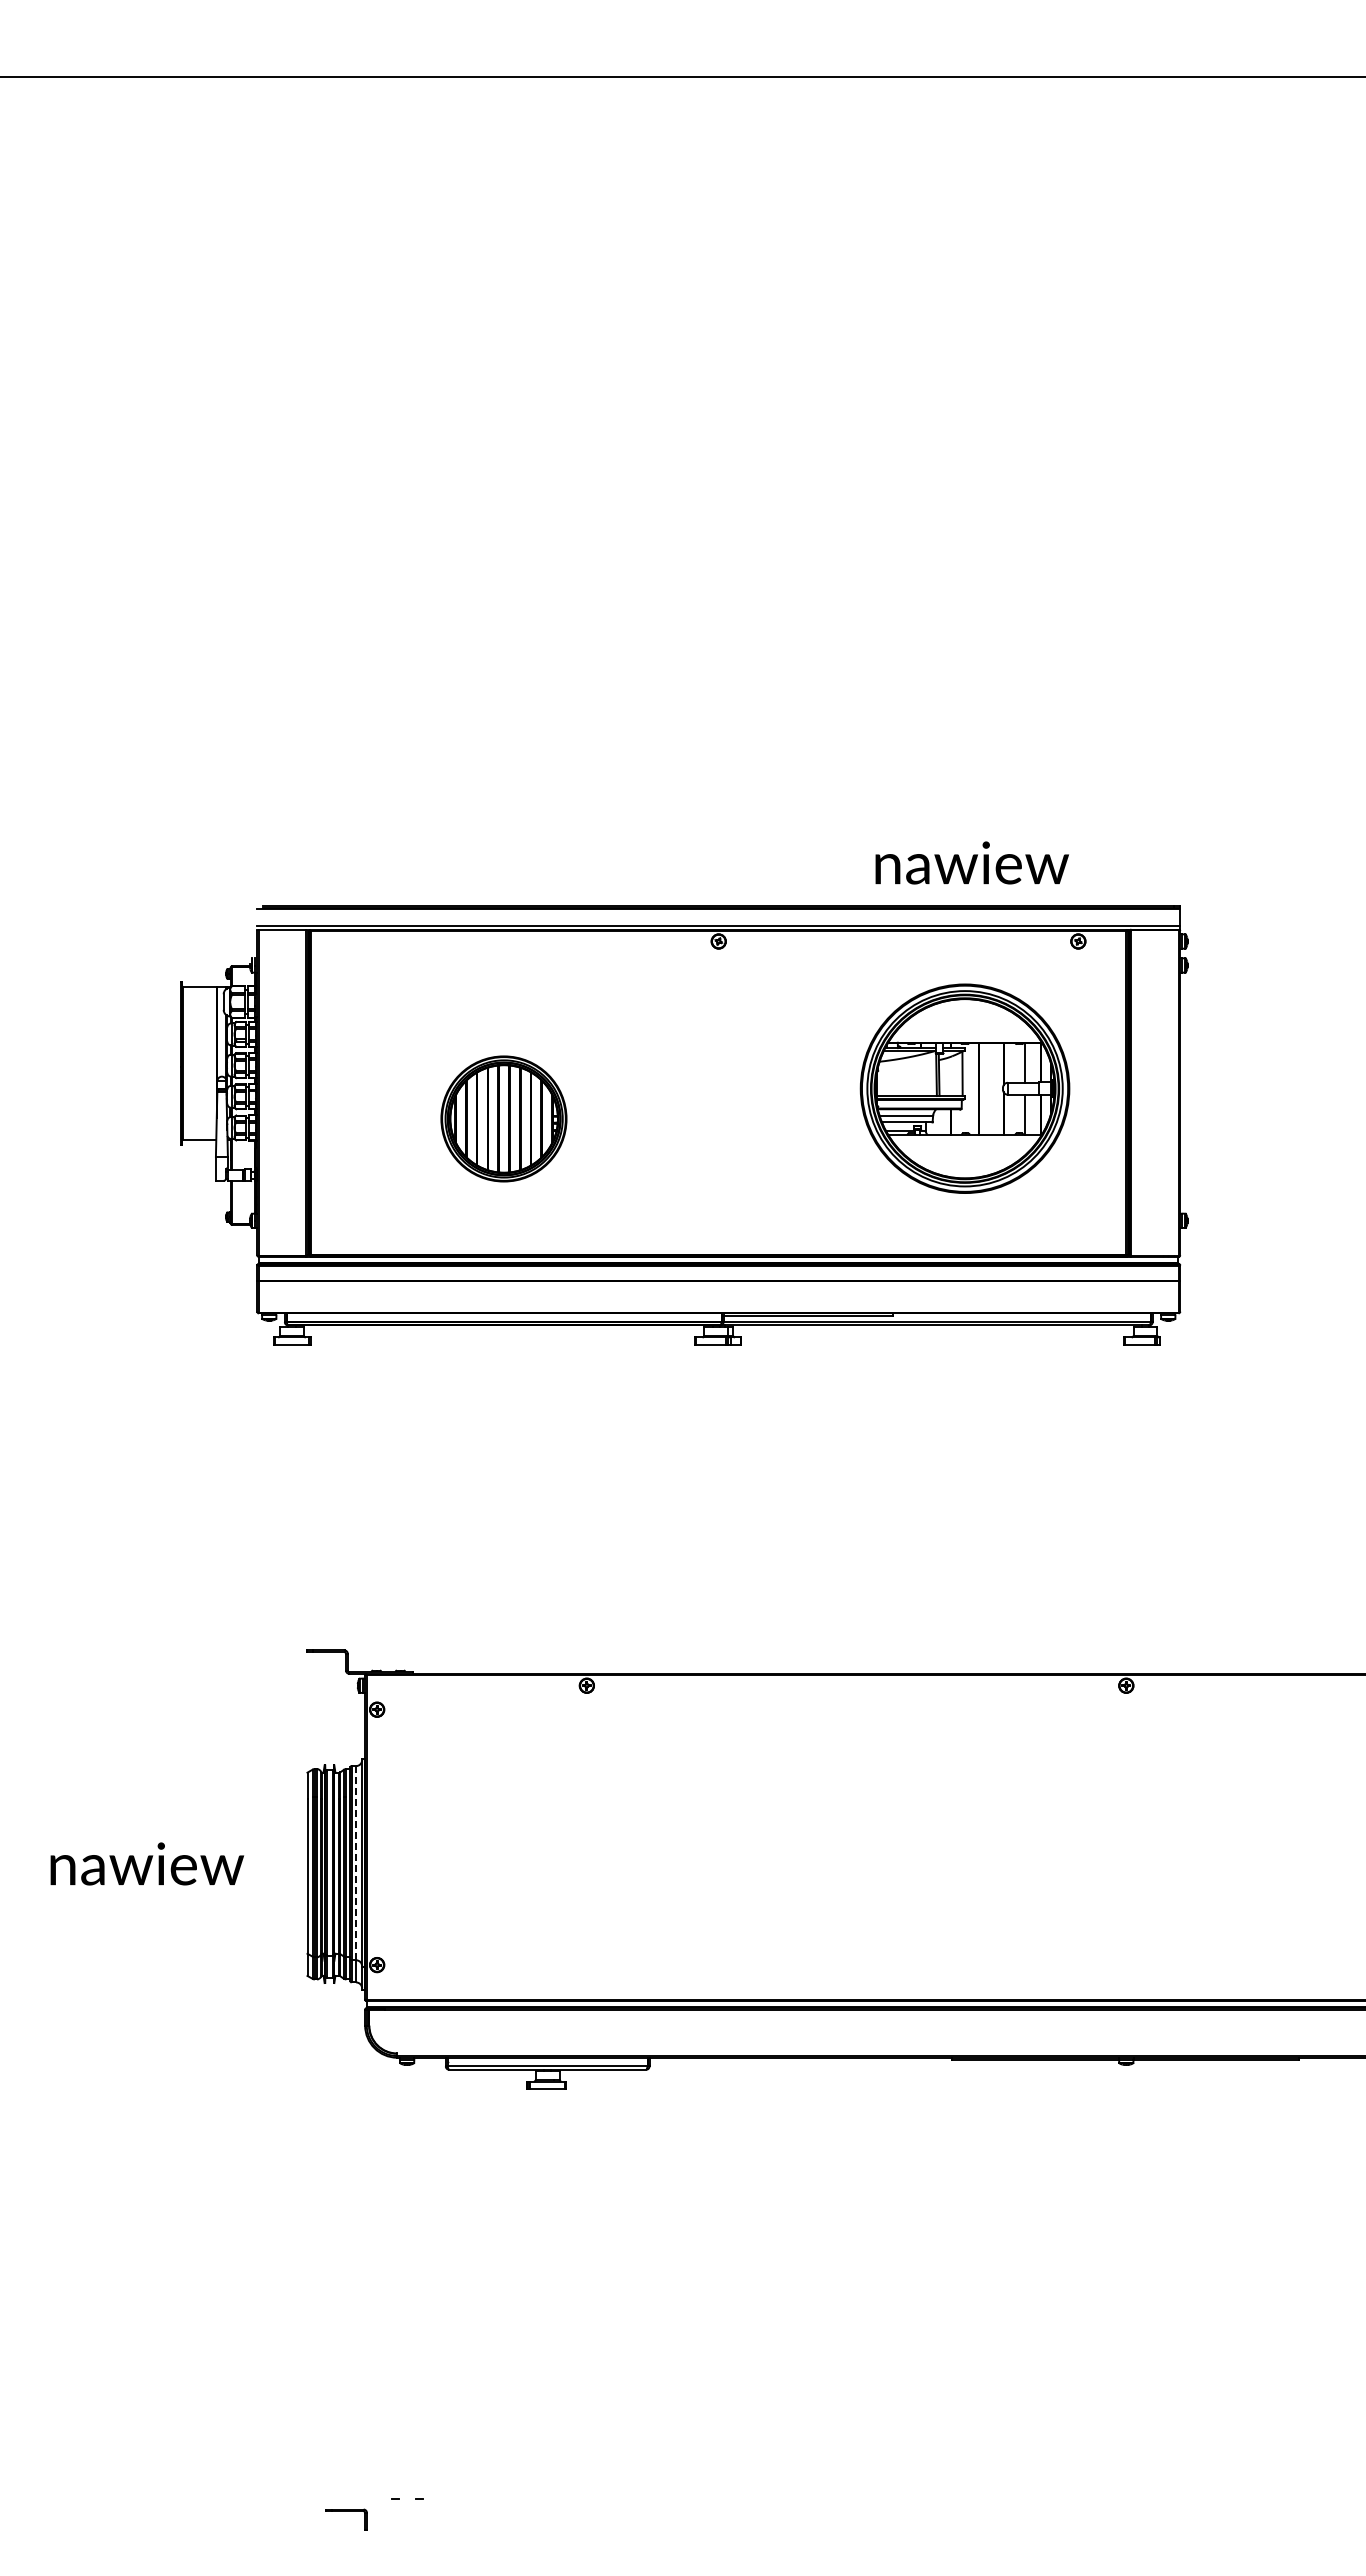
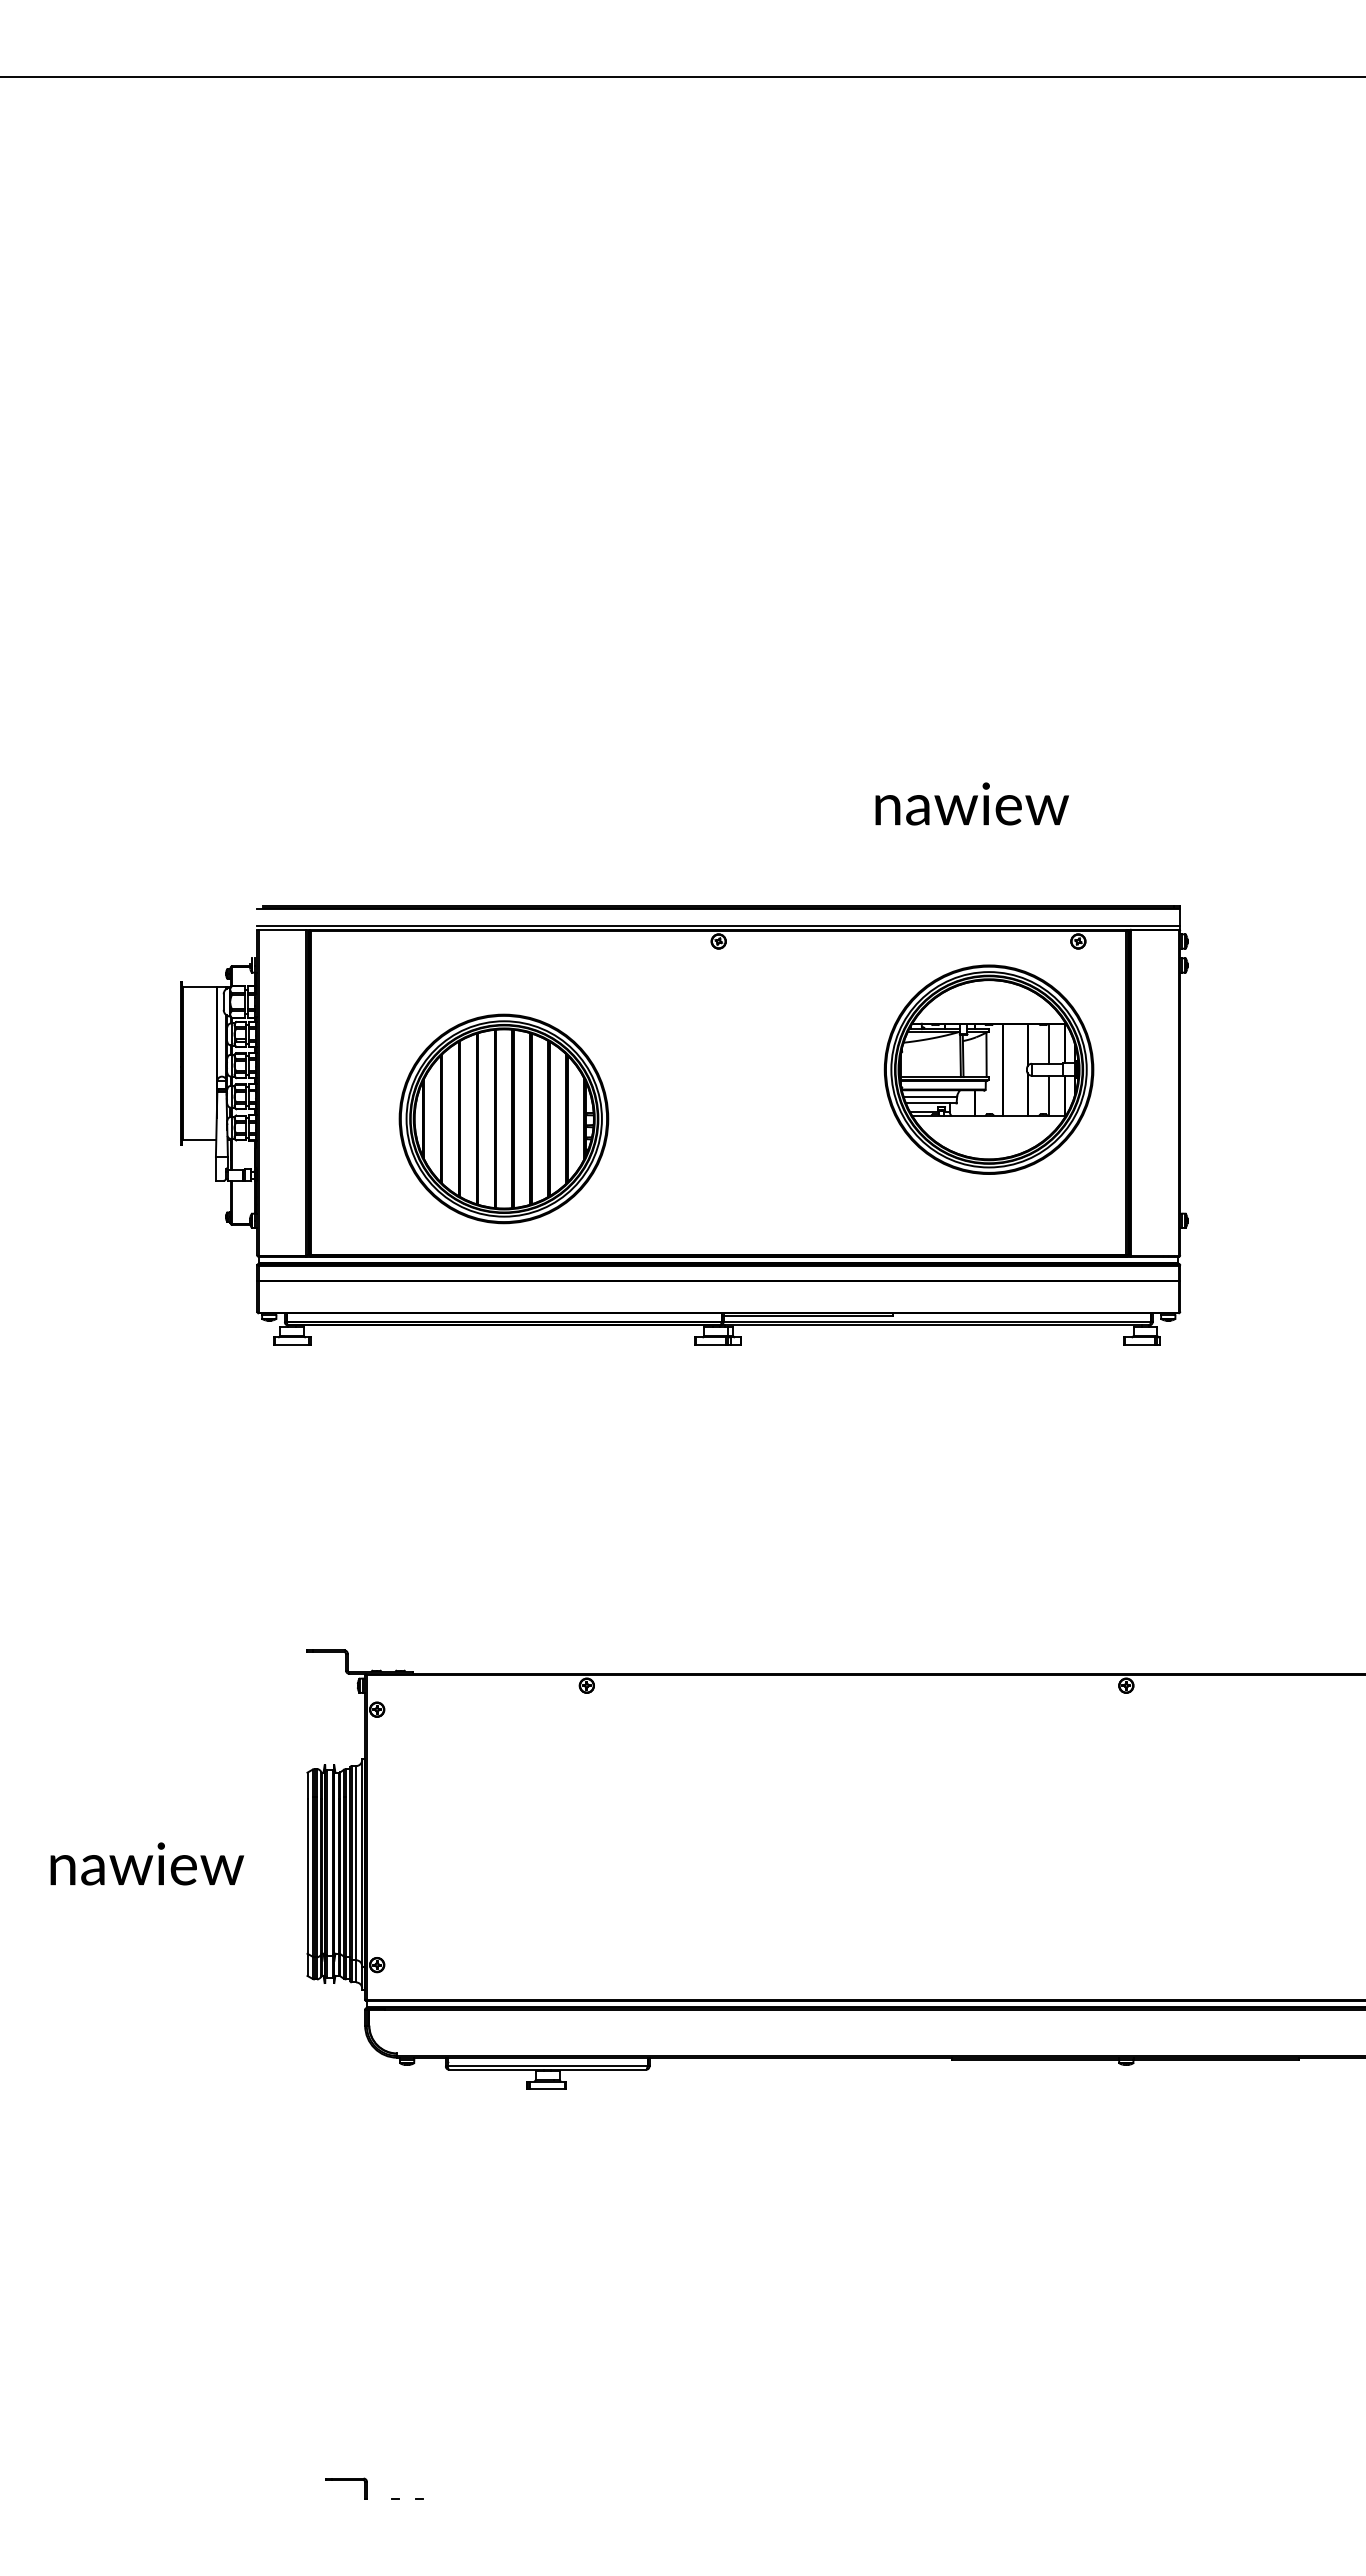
text at (971, 862) position: (971, 862) -> (971, 803)
part at (964, 1088) position: (964, 1088) -> (988, 1069)
part at (503, 1118) size: 128x128 px -> 212x212 px
line at (356, 1862): dashed -> solid
part at (346, 2511) position: (346, 2511) -> (346, 2480)
